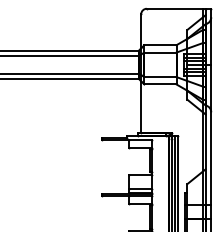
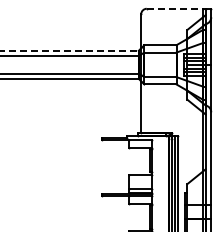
line at (175, 8): solid -> dashed
line at (69, 50): solid -> dashed
